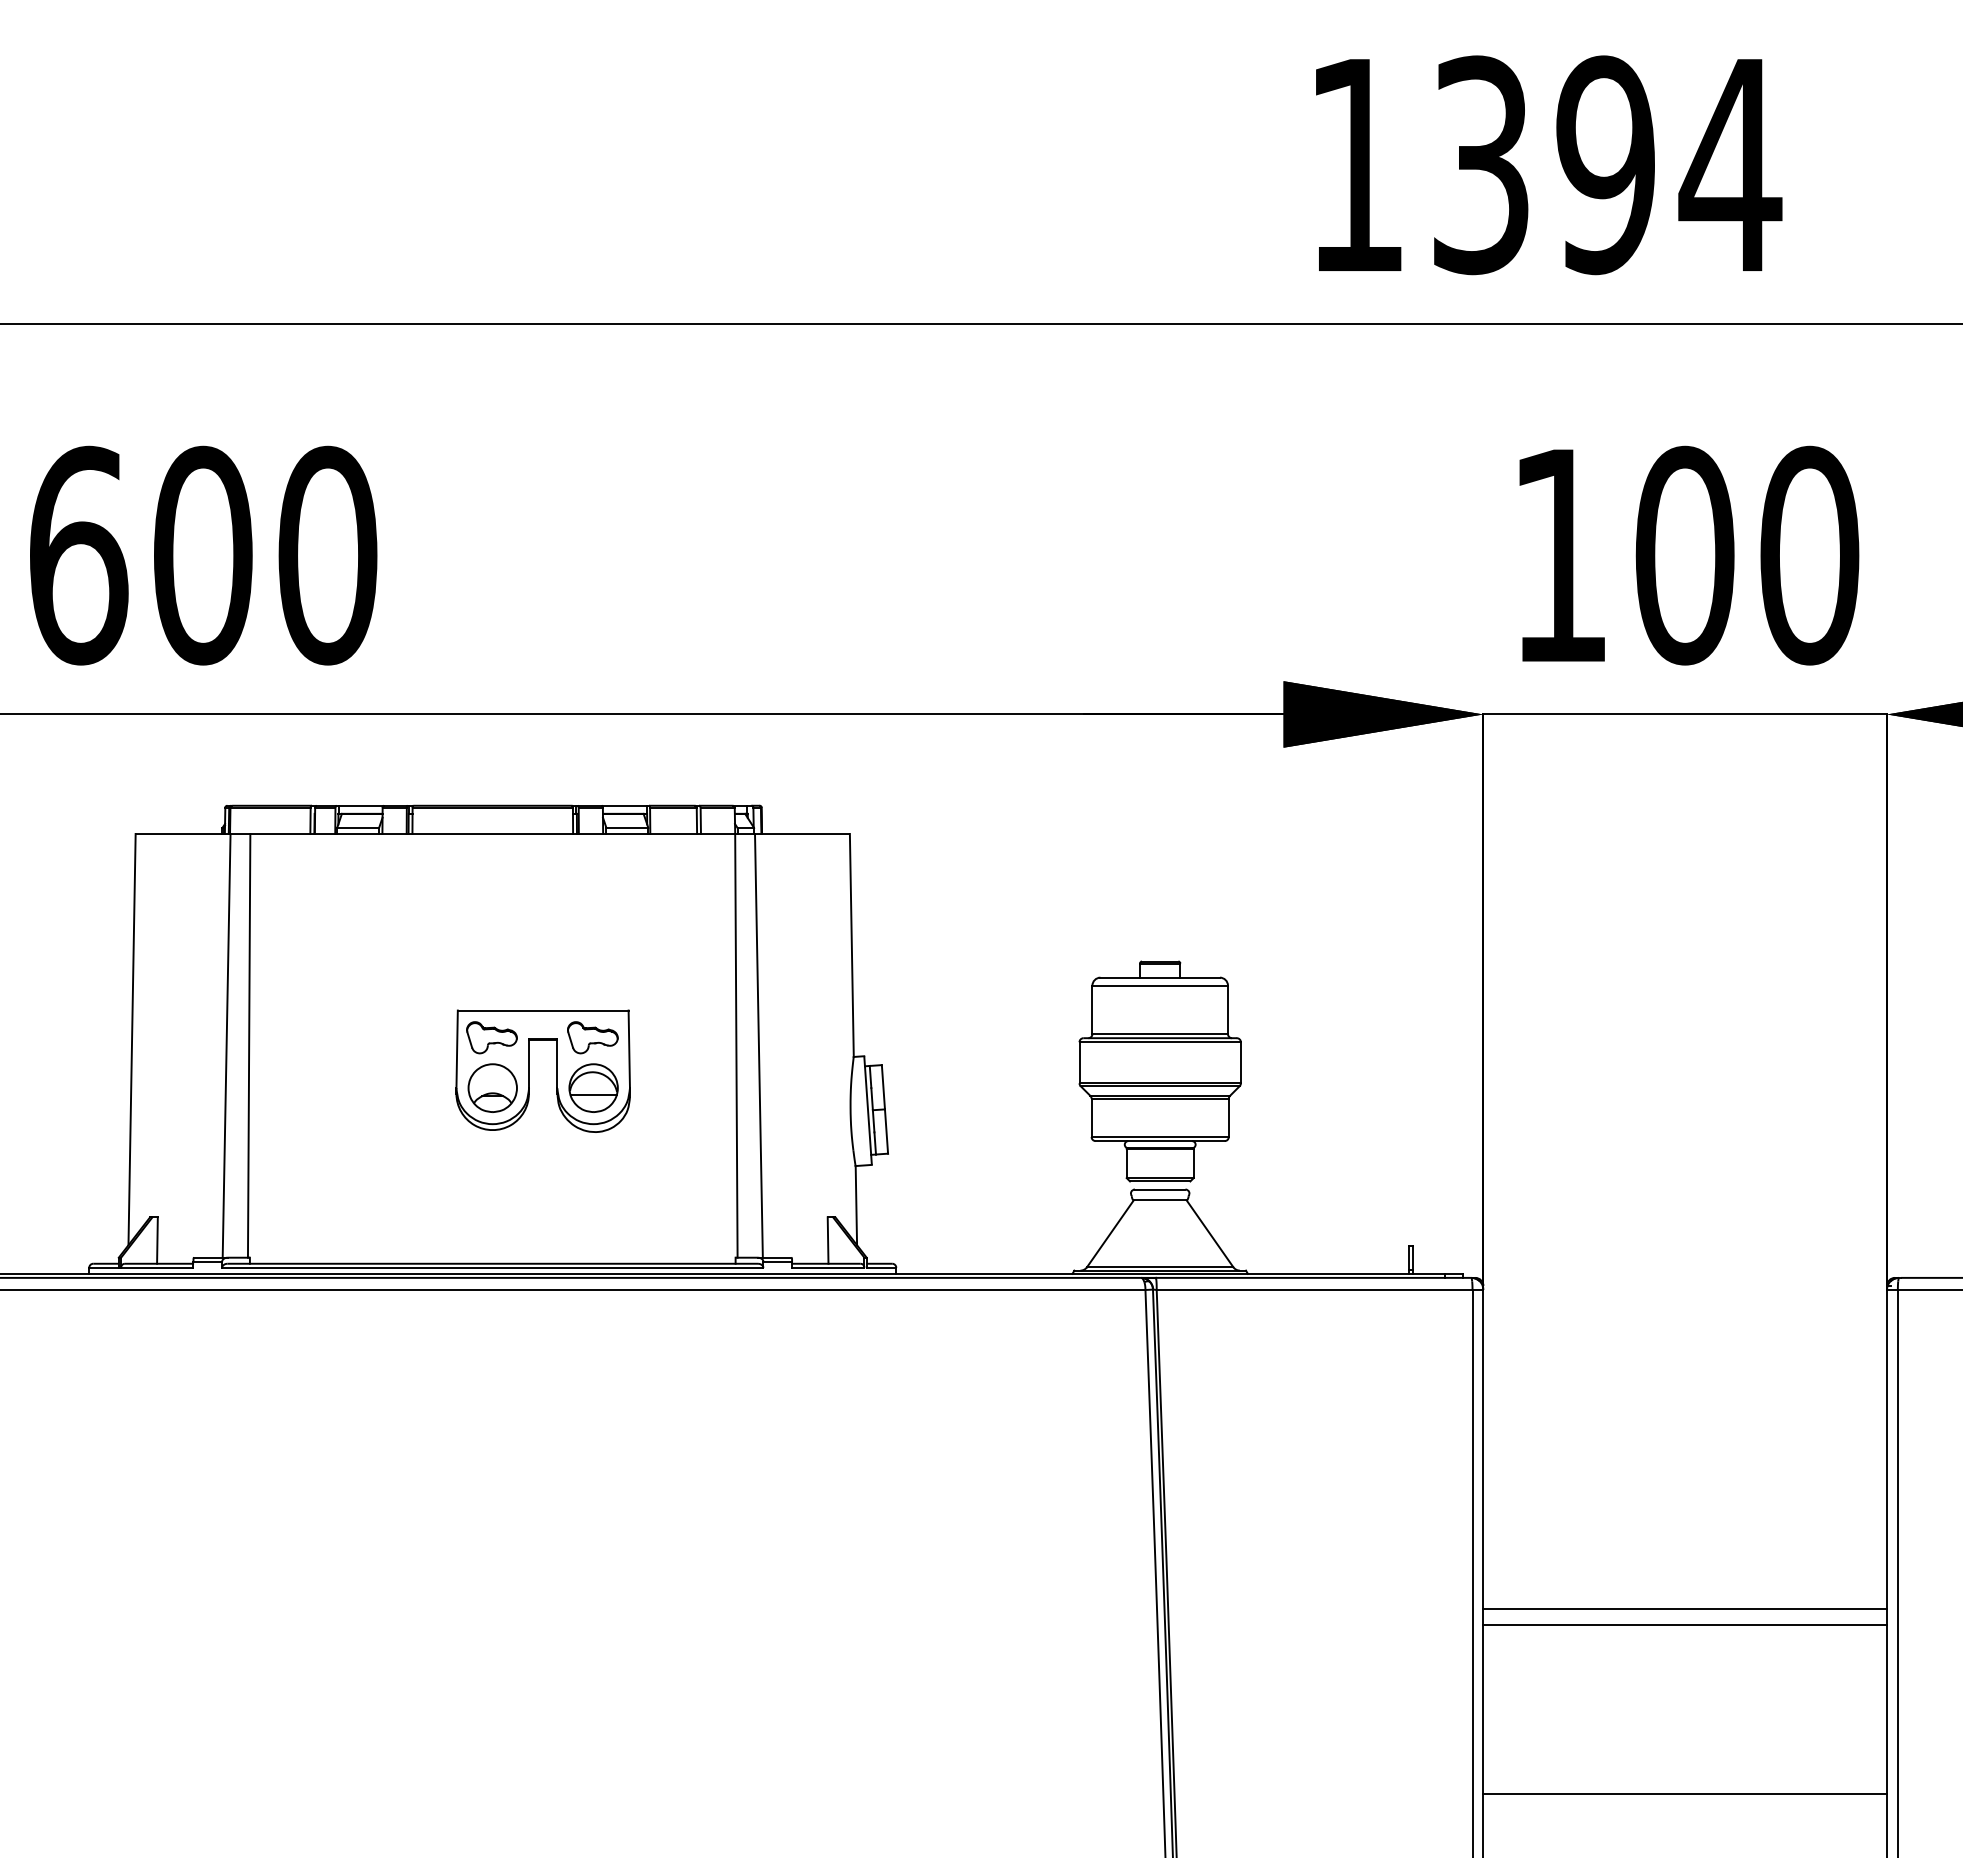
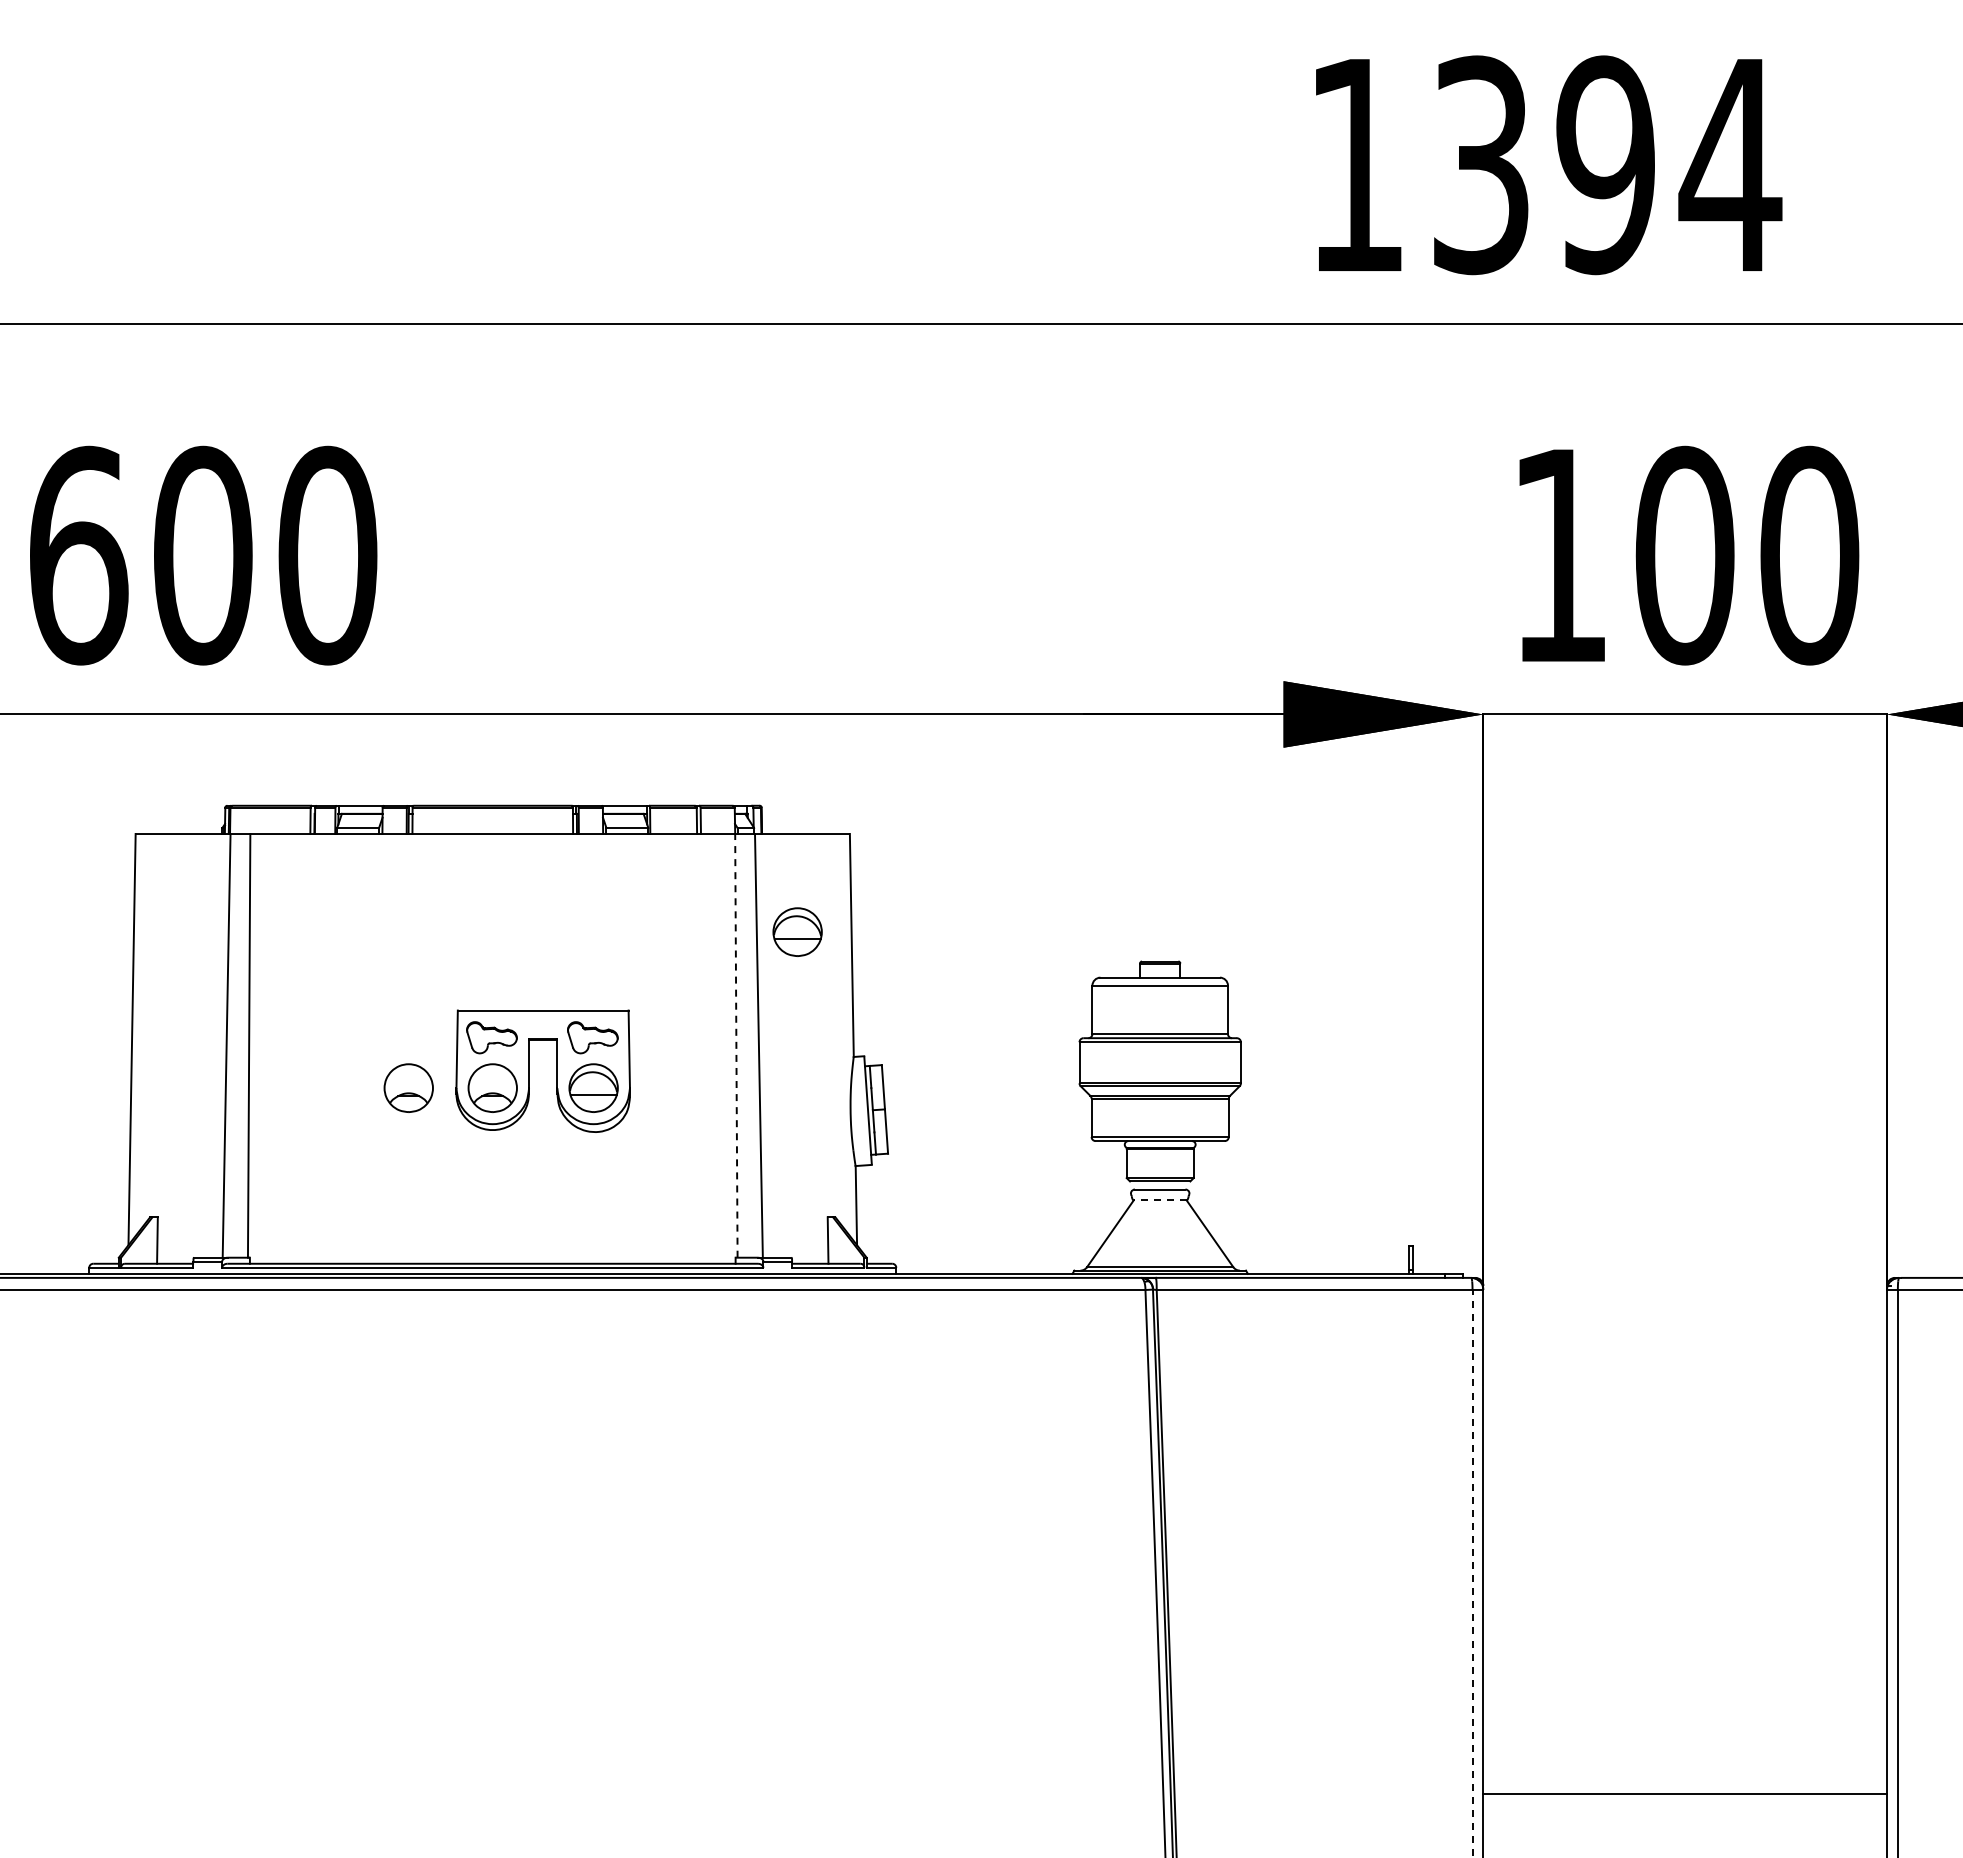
part at (797, 931): none -> present
line at (736, 1045): solid -> dashed
part at (408, 1087): none -> present
line at (1160, 1200): solid -> dashed
line at (1472, 1573): solid -> dashed
line at (1684, 1608): present -> none
line at (1684, 1624): present -> none
